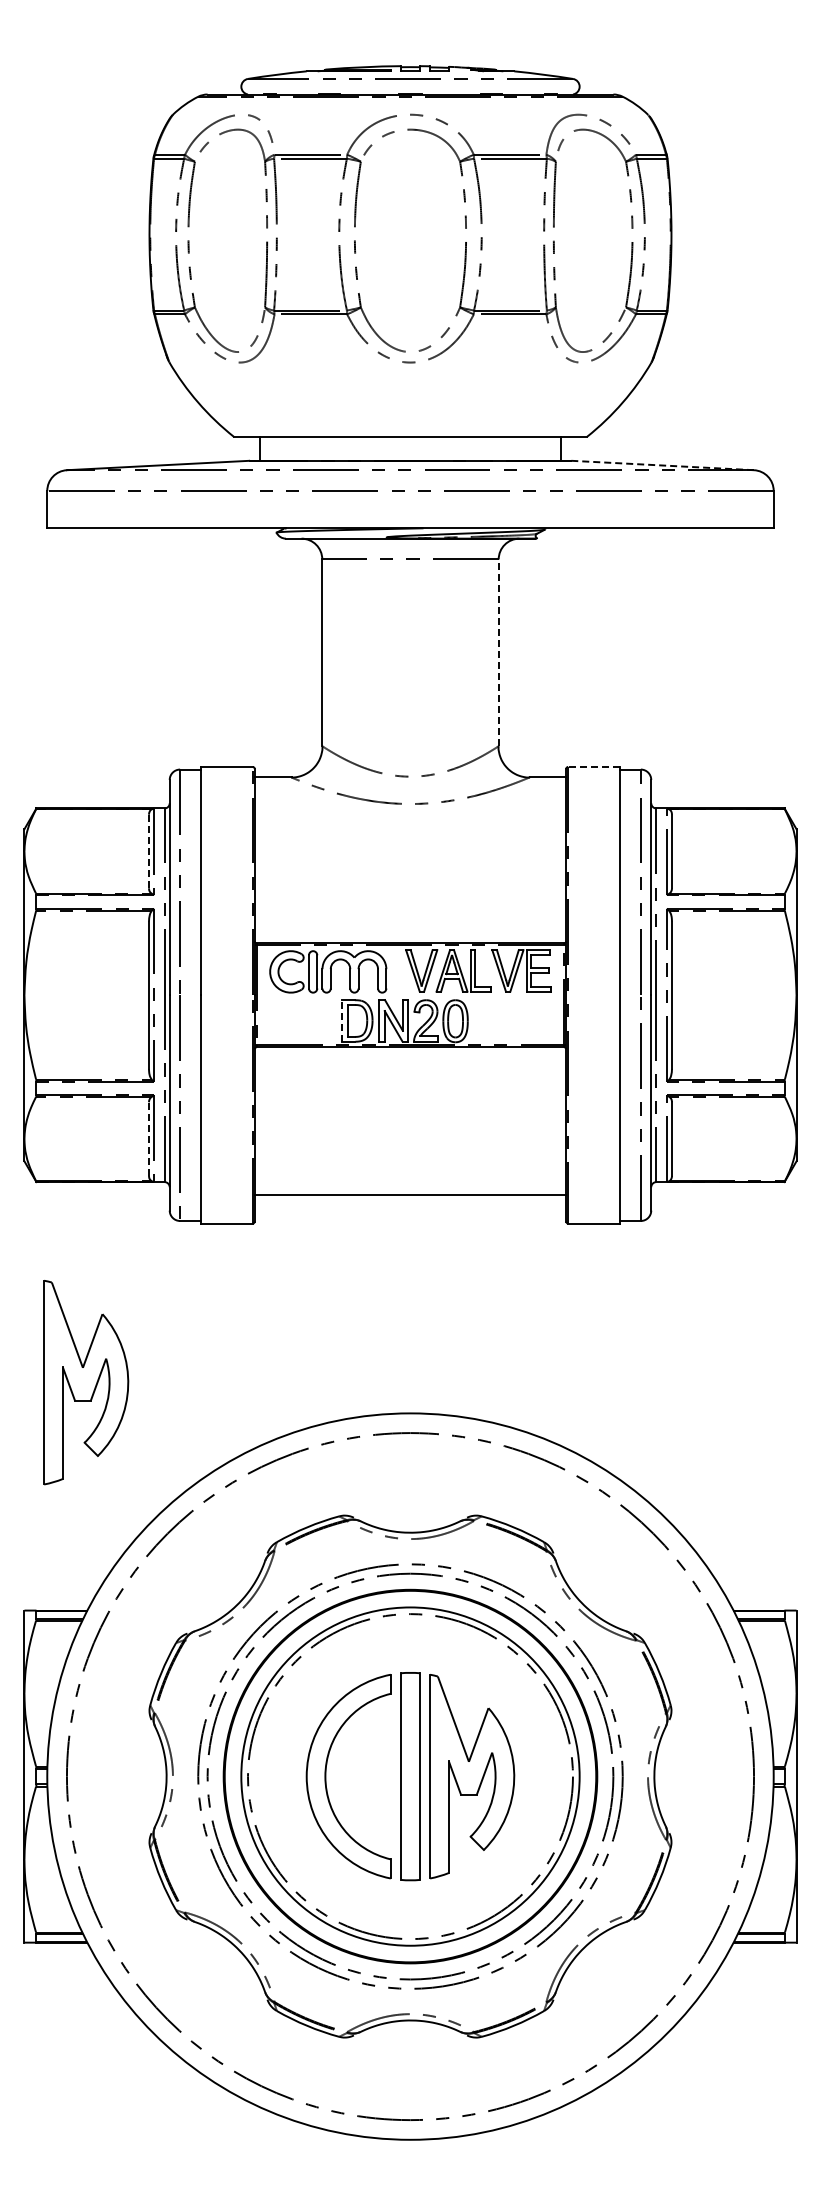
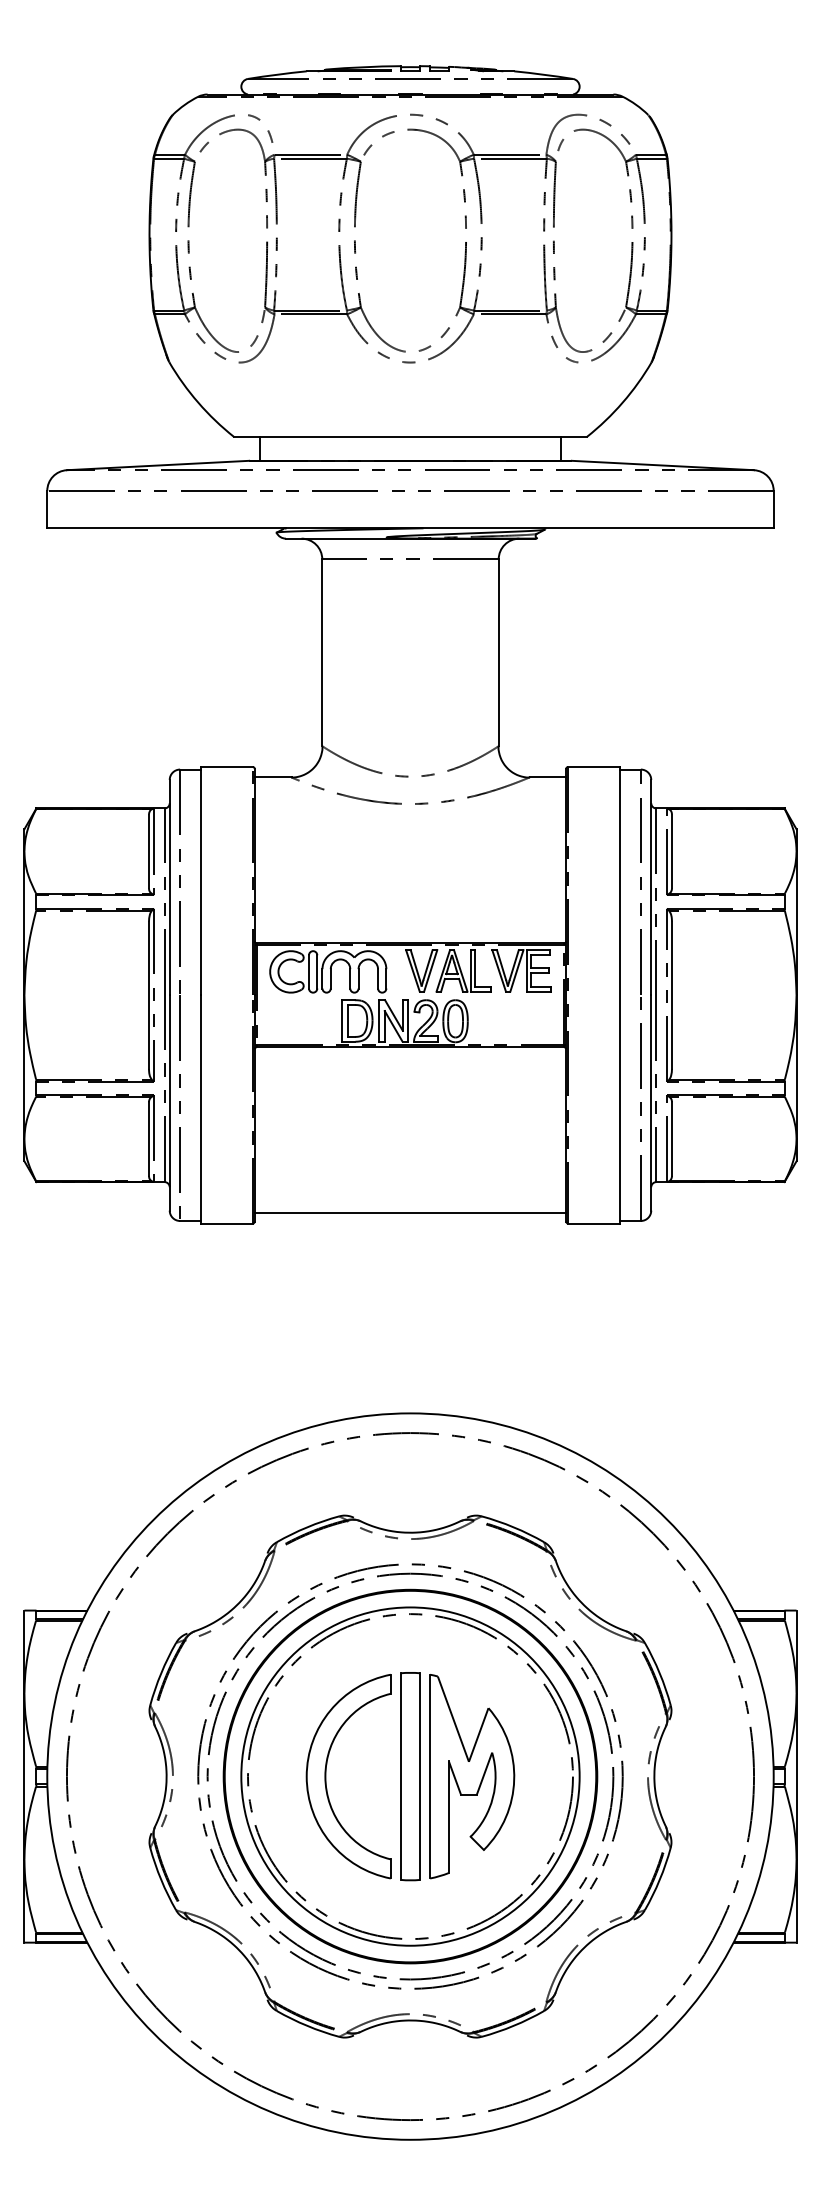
line at (662, 465): dashed -> solid
line at (498, 652): dashed -> solid
line at (594, 766): dashed -> solid
line at (148, 851): dashed -> solid
line at (342, 1020): dashed -> solid
line at (148, 1139): dashed -> solid
line at (410, 1195) position: (410, 1195) -> (410, 1213)
part at (86, 1382): present -> none
